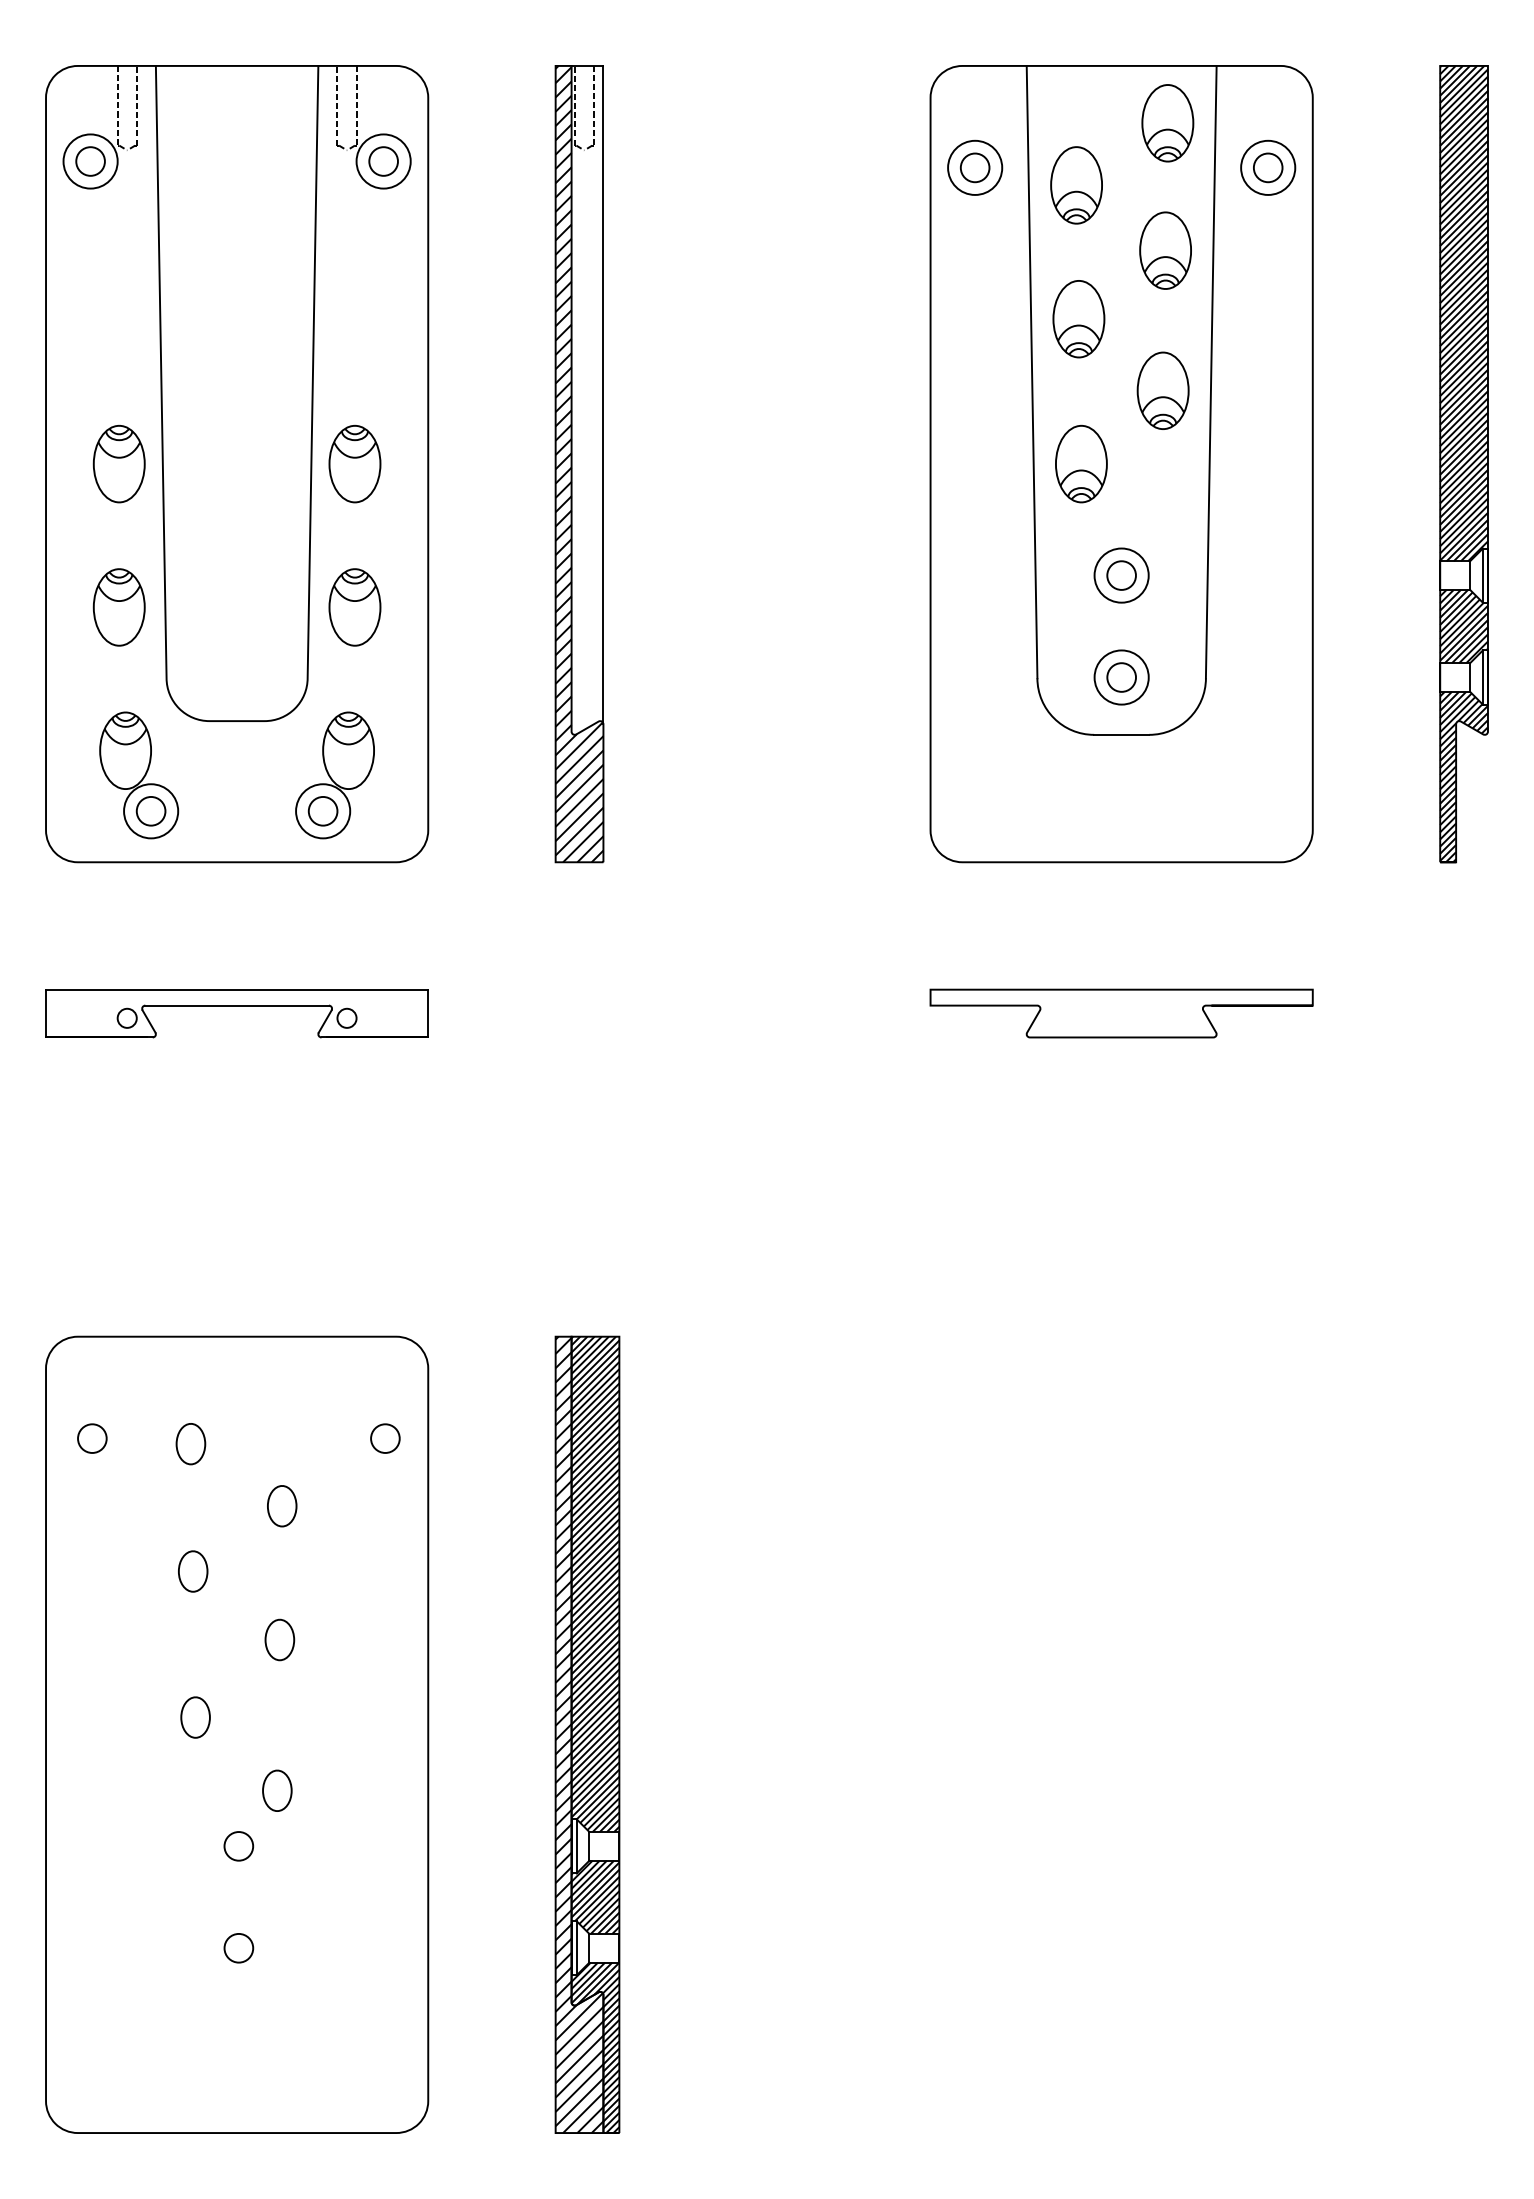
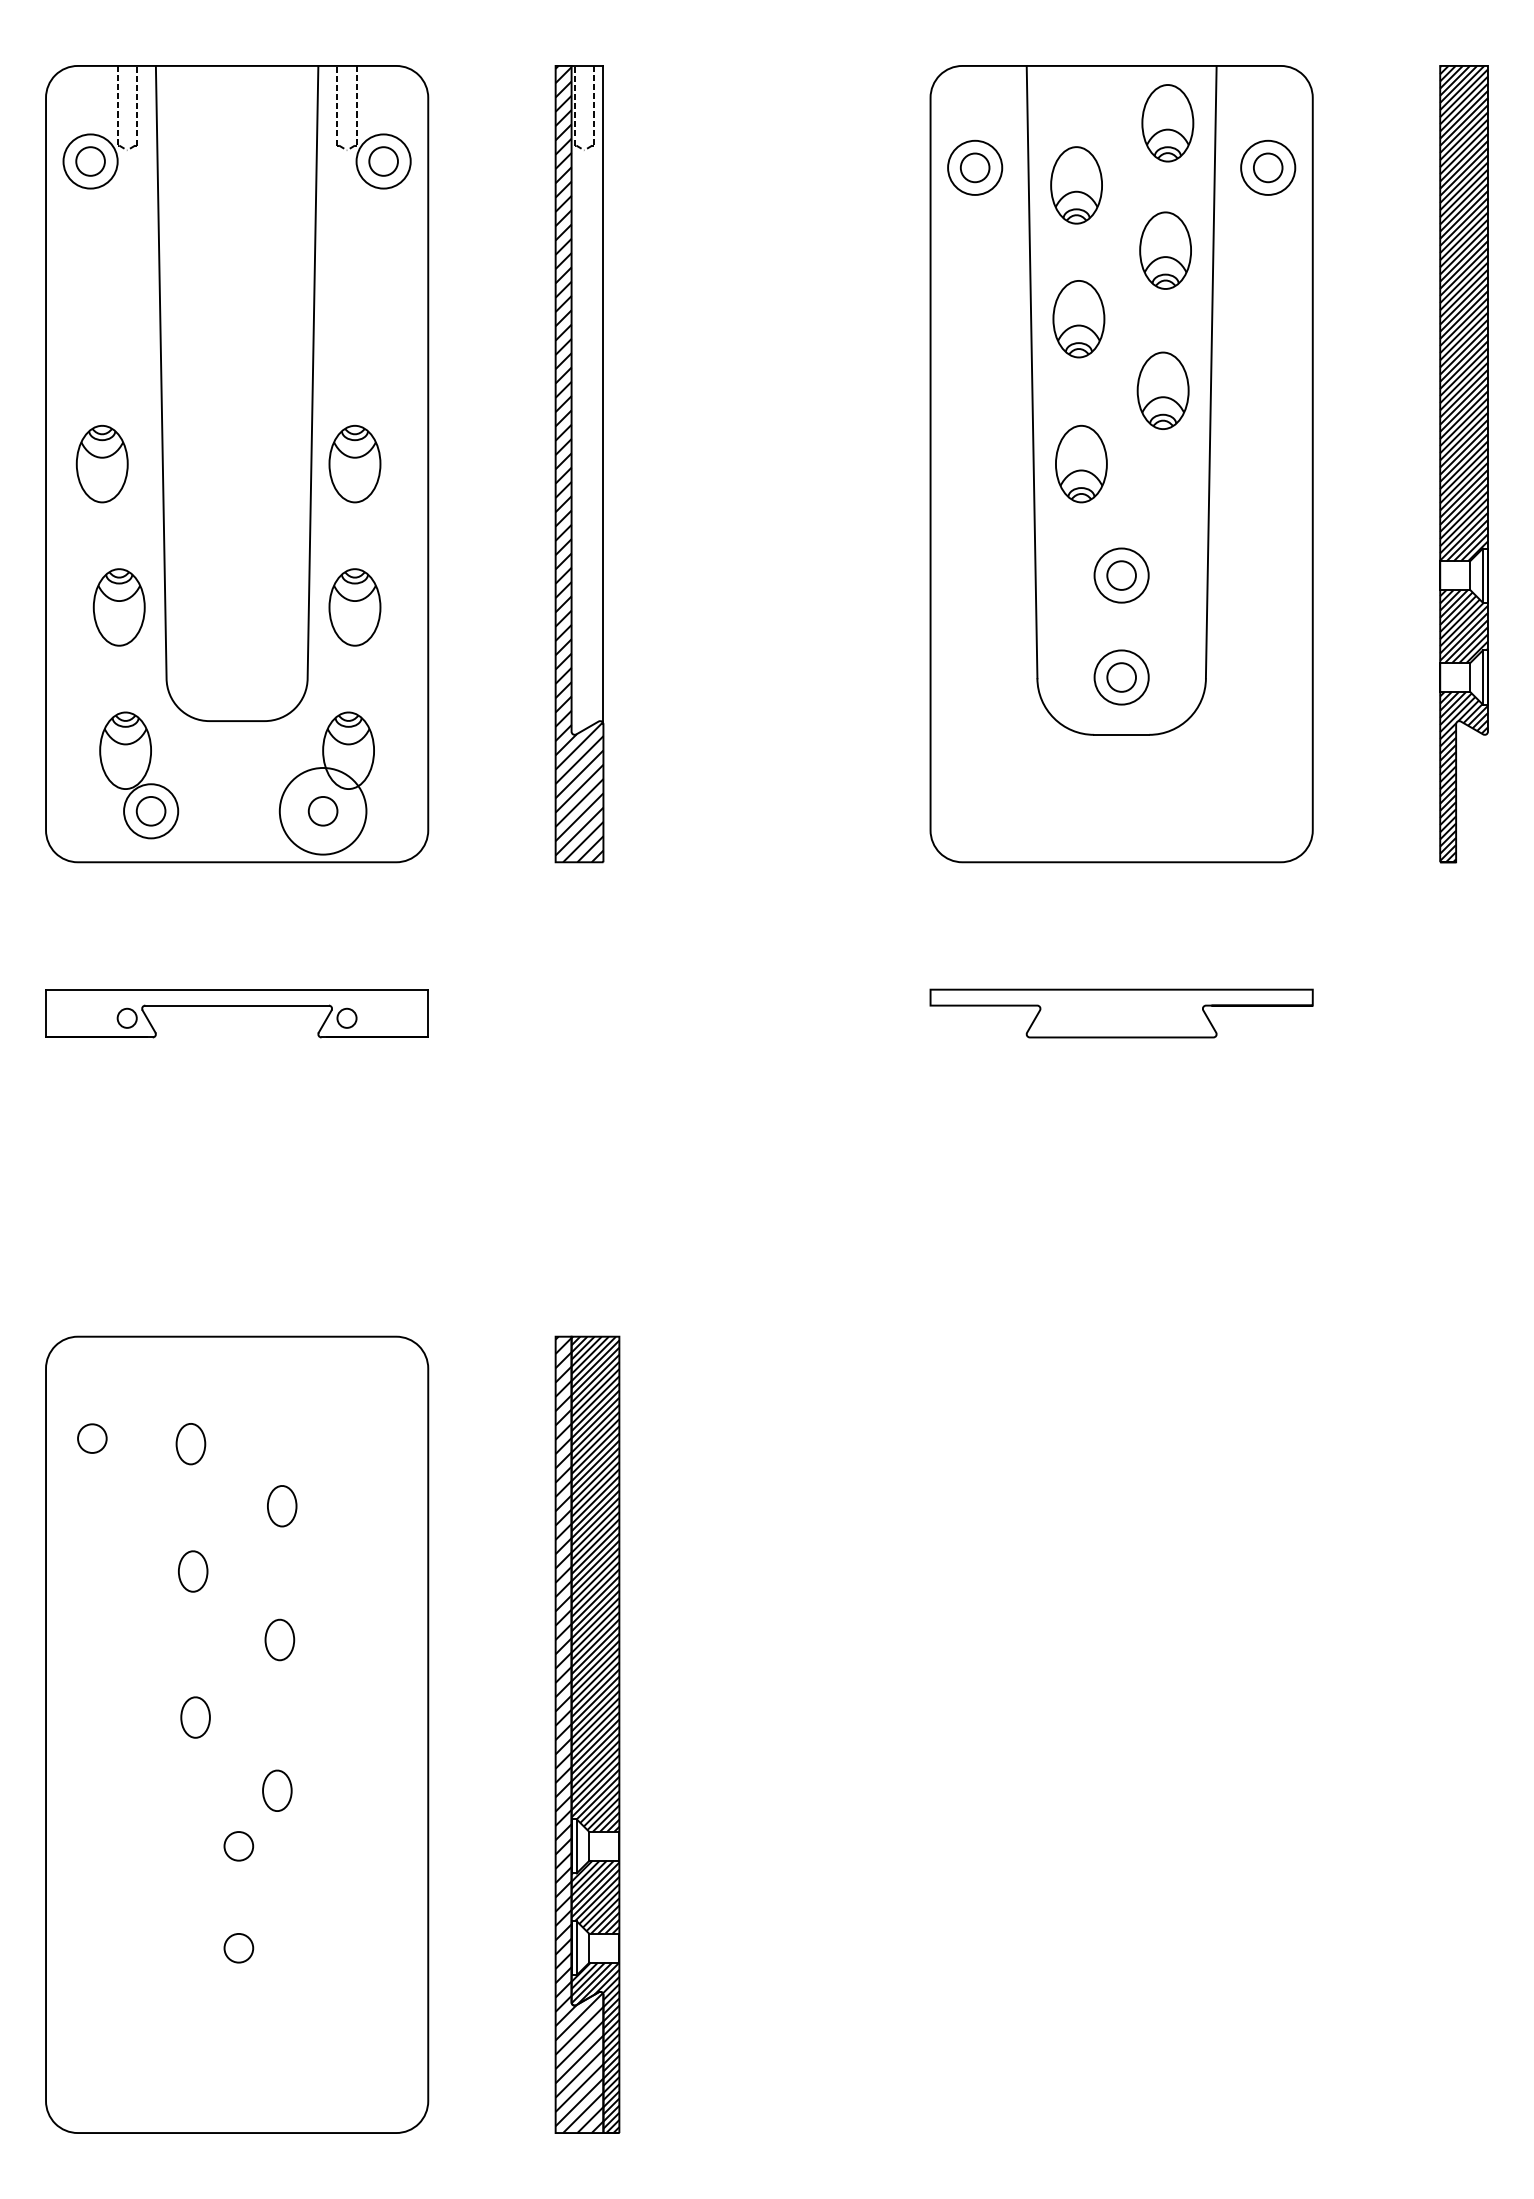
part at (118, 464) position: (118, 464) -> (101, 464)
circle at (323, 811) diameter: 54 px -> 87 px
circle at (385, 1438): present -> none
